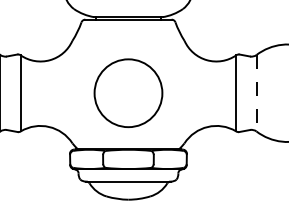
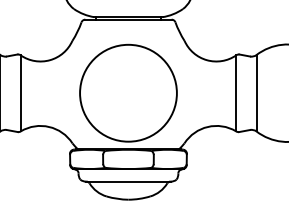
circle at (128, 93) diameter: 68 px -> 97 px
line at (256, 93): dashed -> solid
